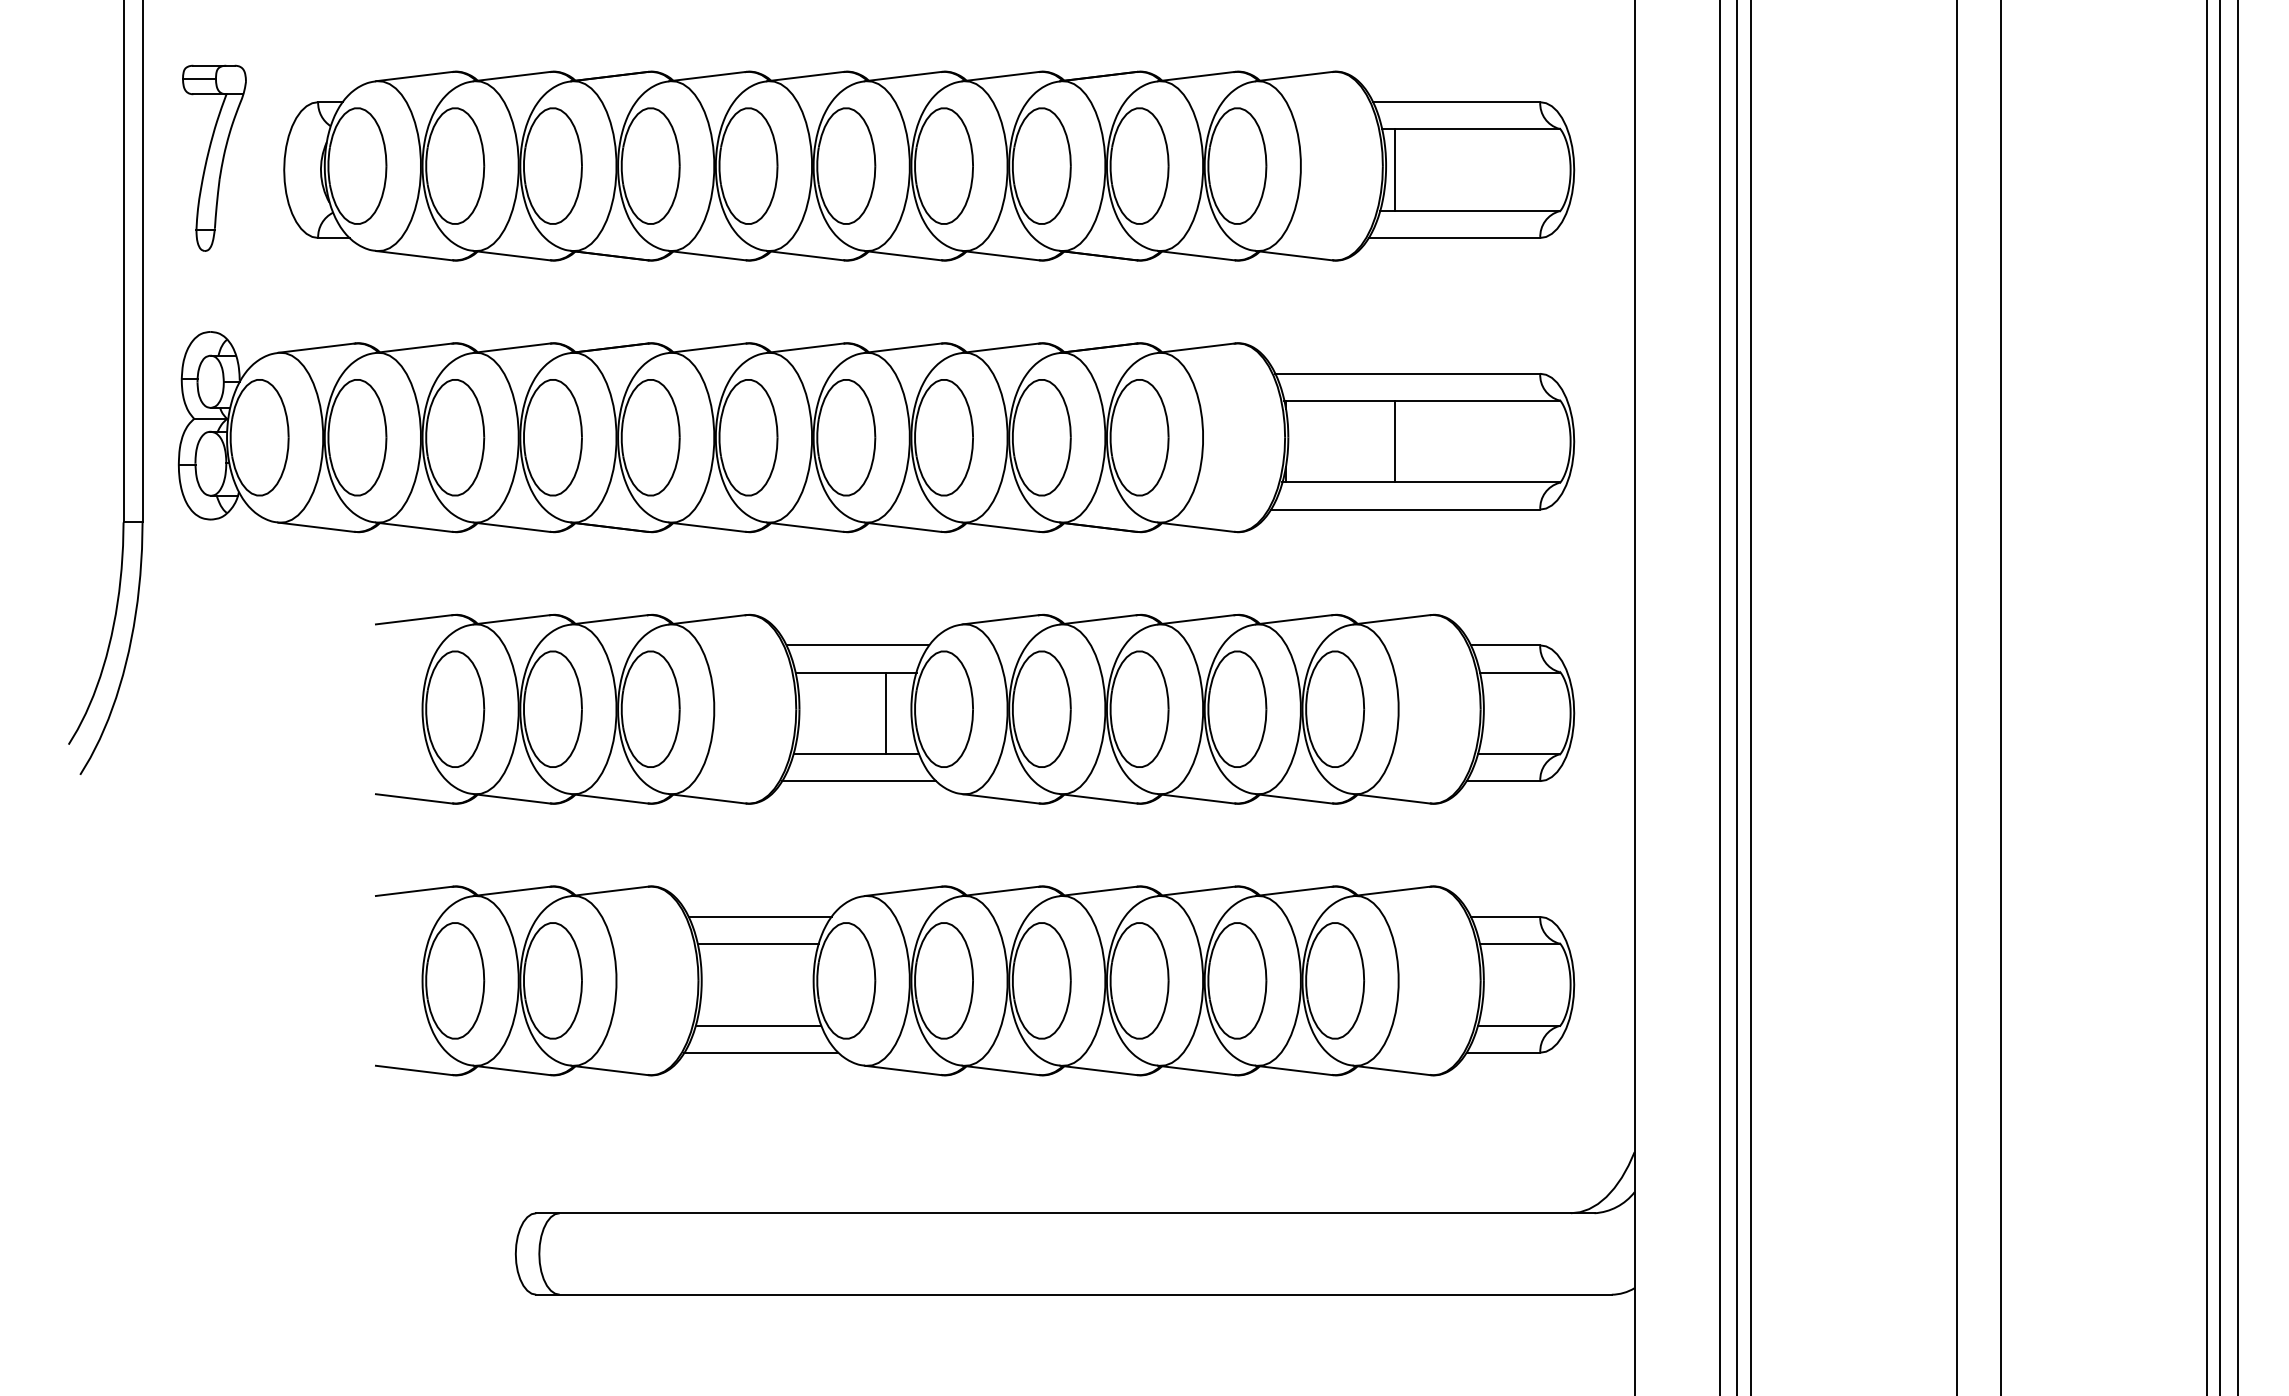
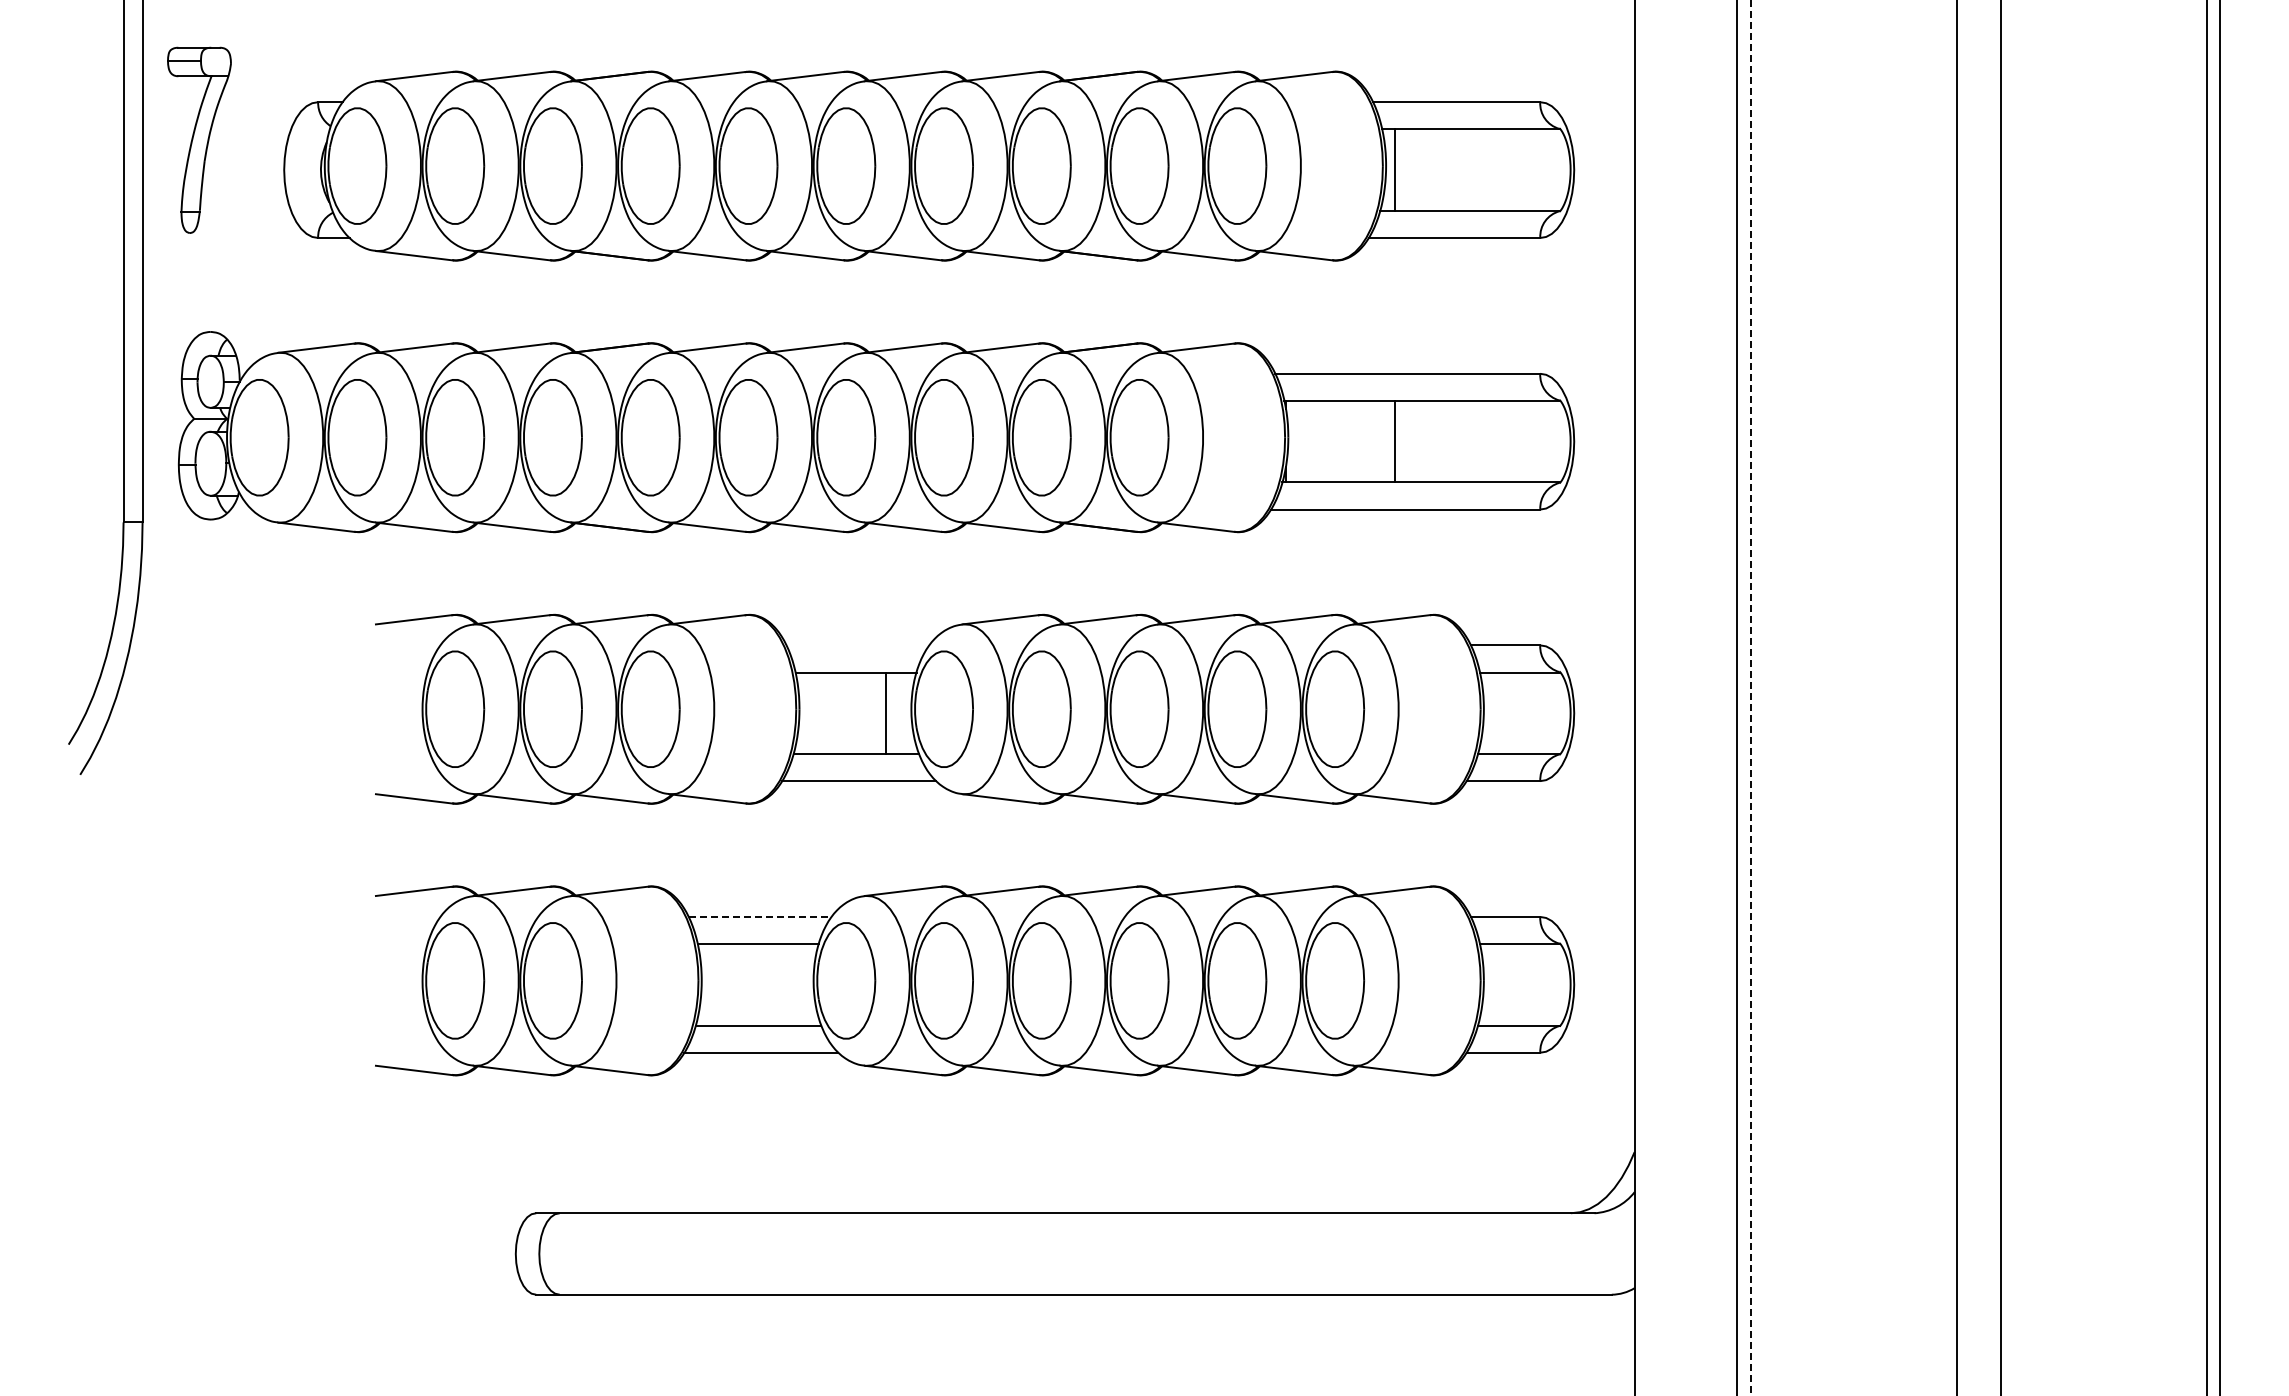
part at (214, 157) position: (214, 157) -> (199, 139)
line at (857, 645): present -> none
line at (1720, 697): present -> none
line at (1750, 697): solid -> dashed
line at (2237, 697): present -> none
line at (760, 916): solid -> dashed
